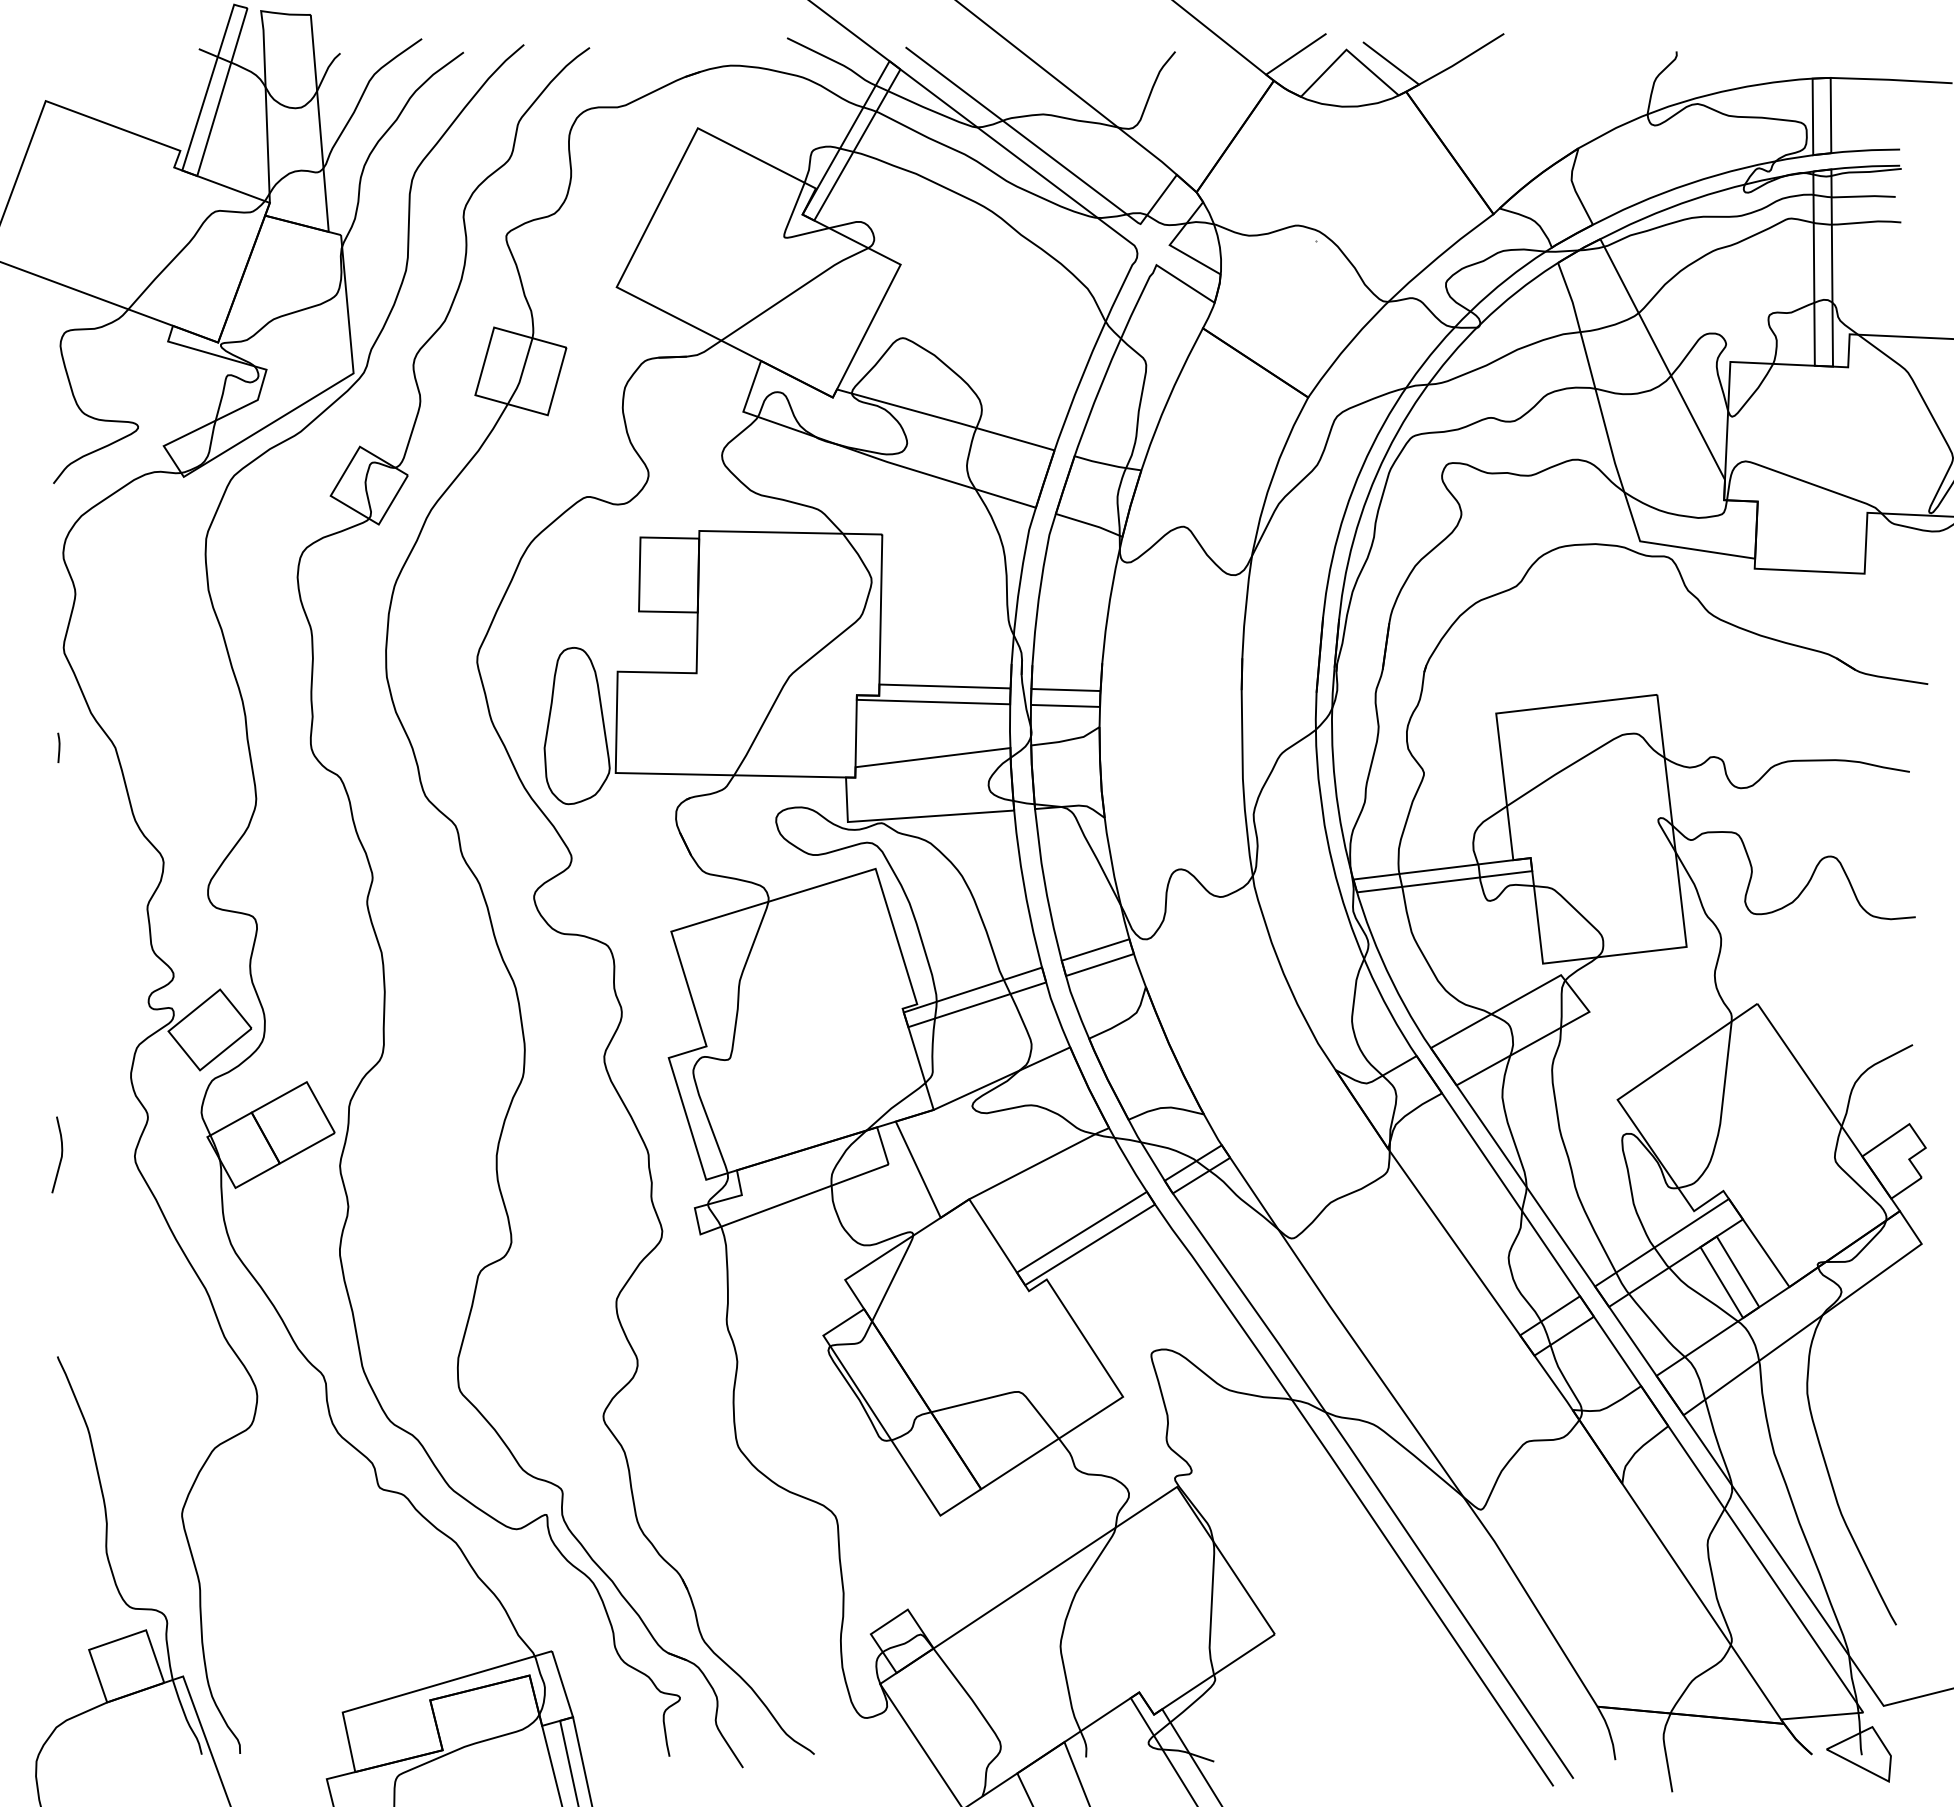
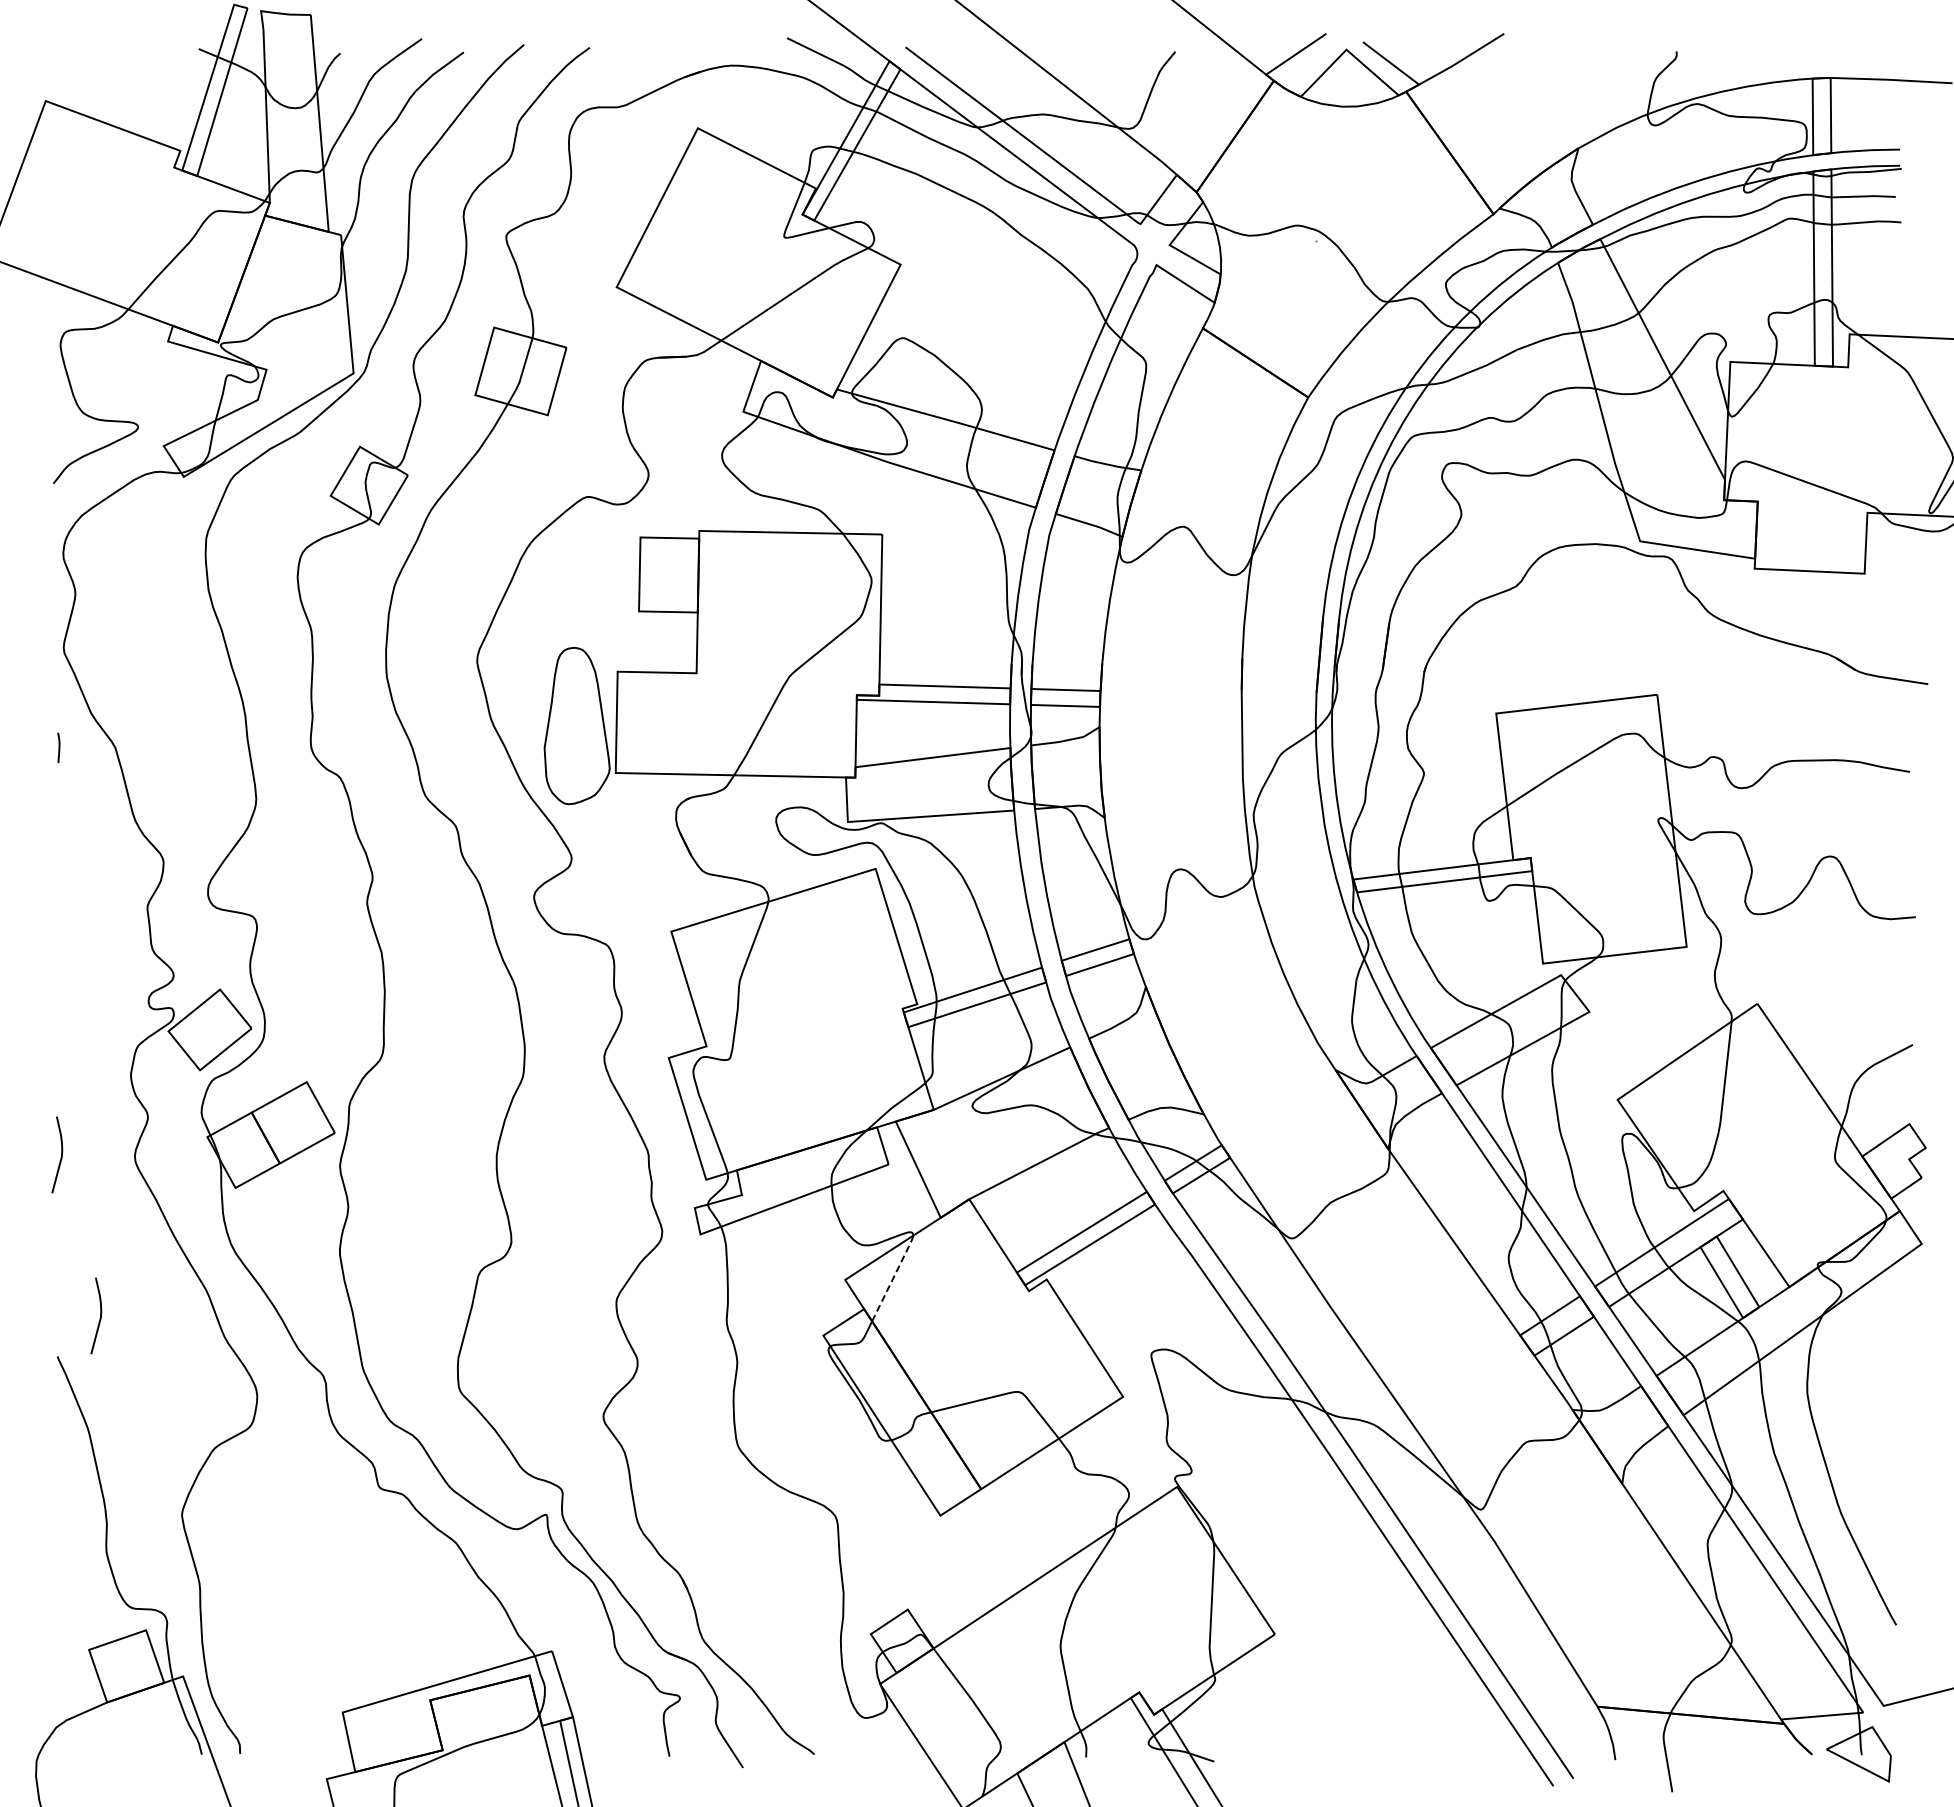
line at (894, 1276): solid -> dashed
curve at (100, 1315): none -> present
